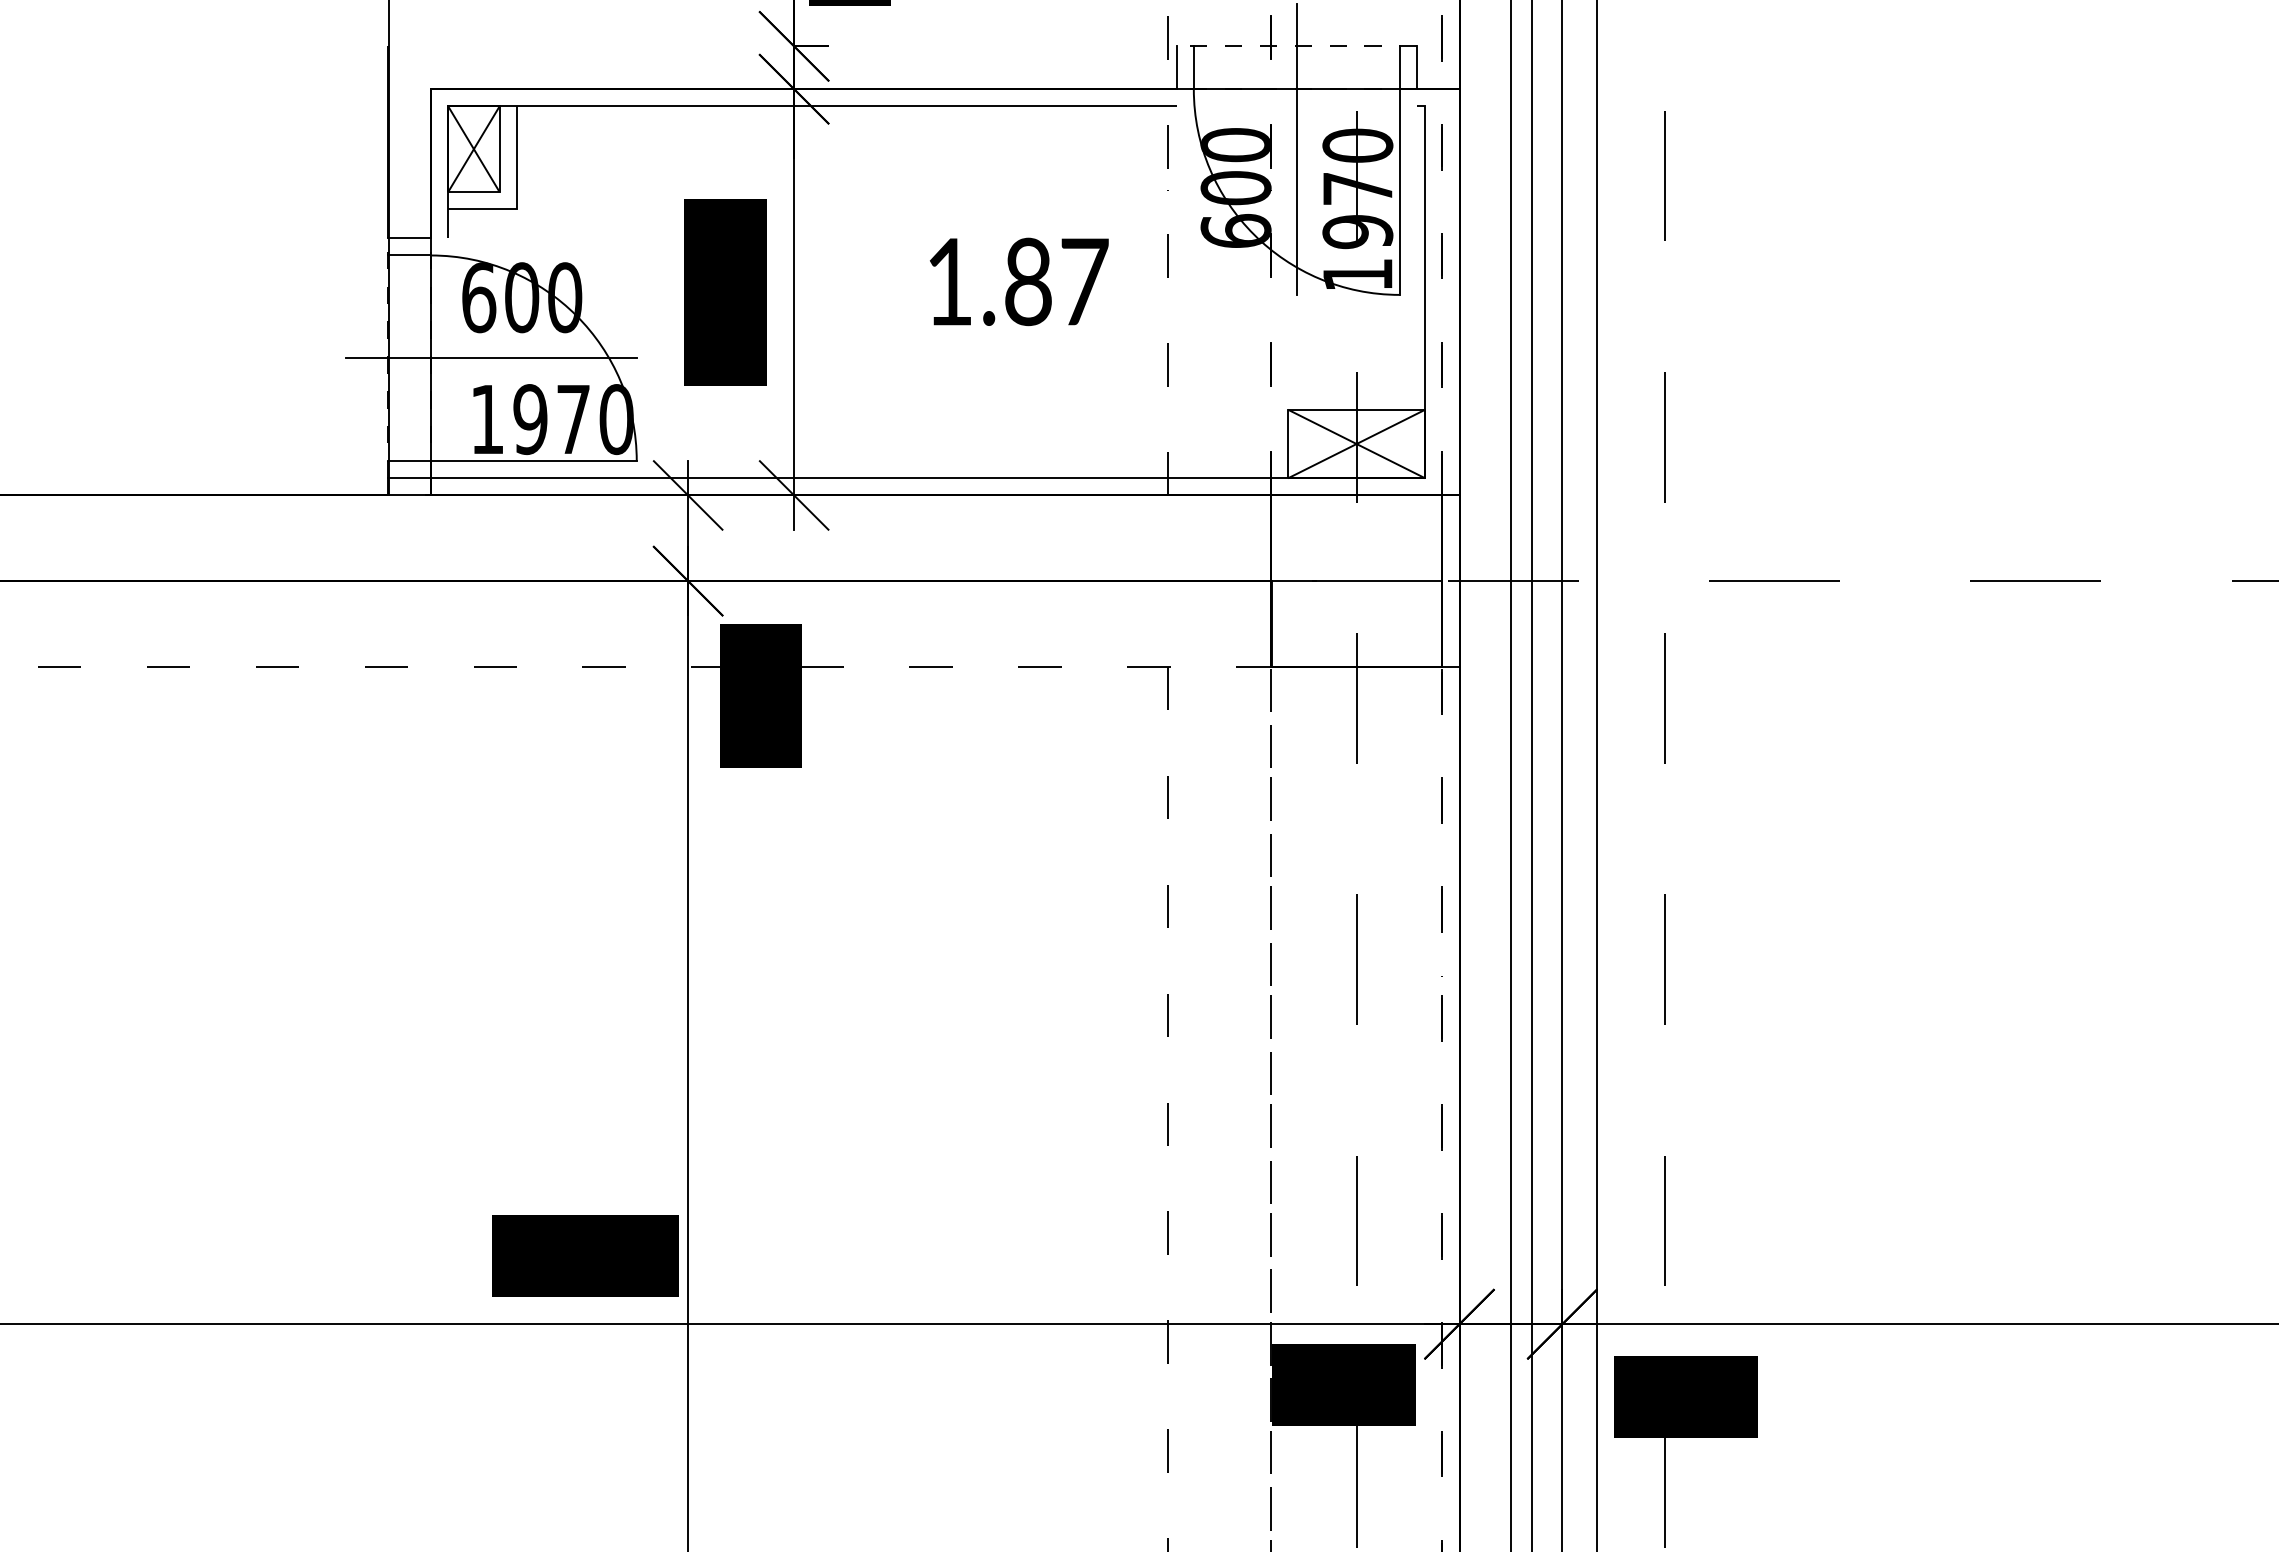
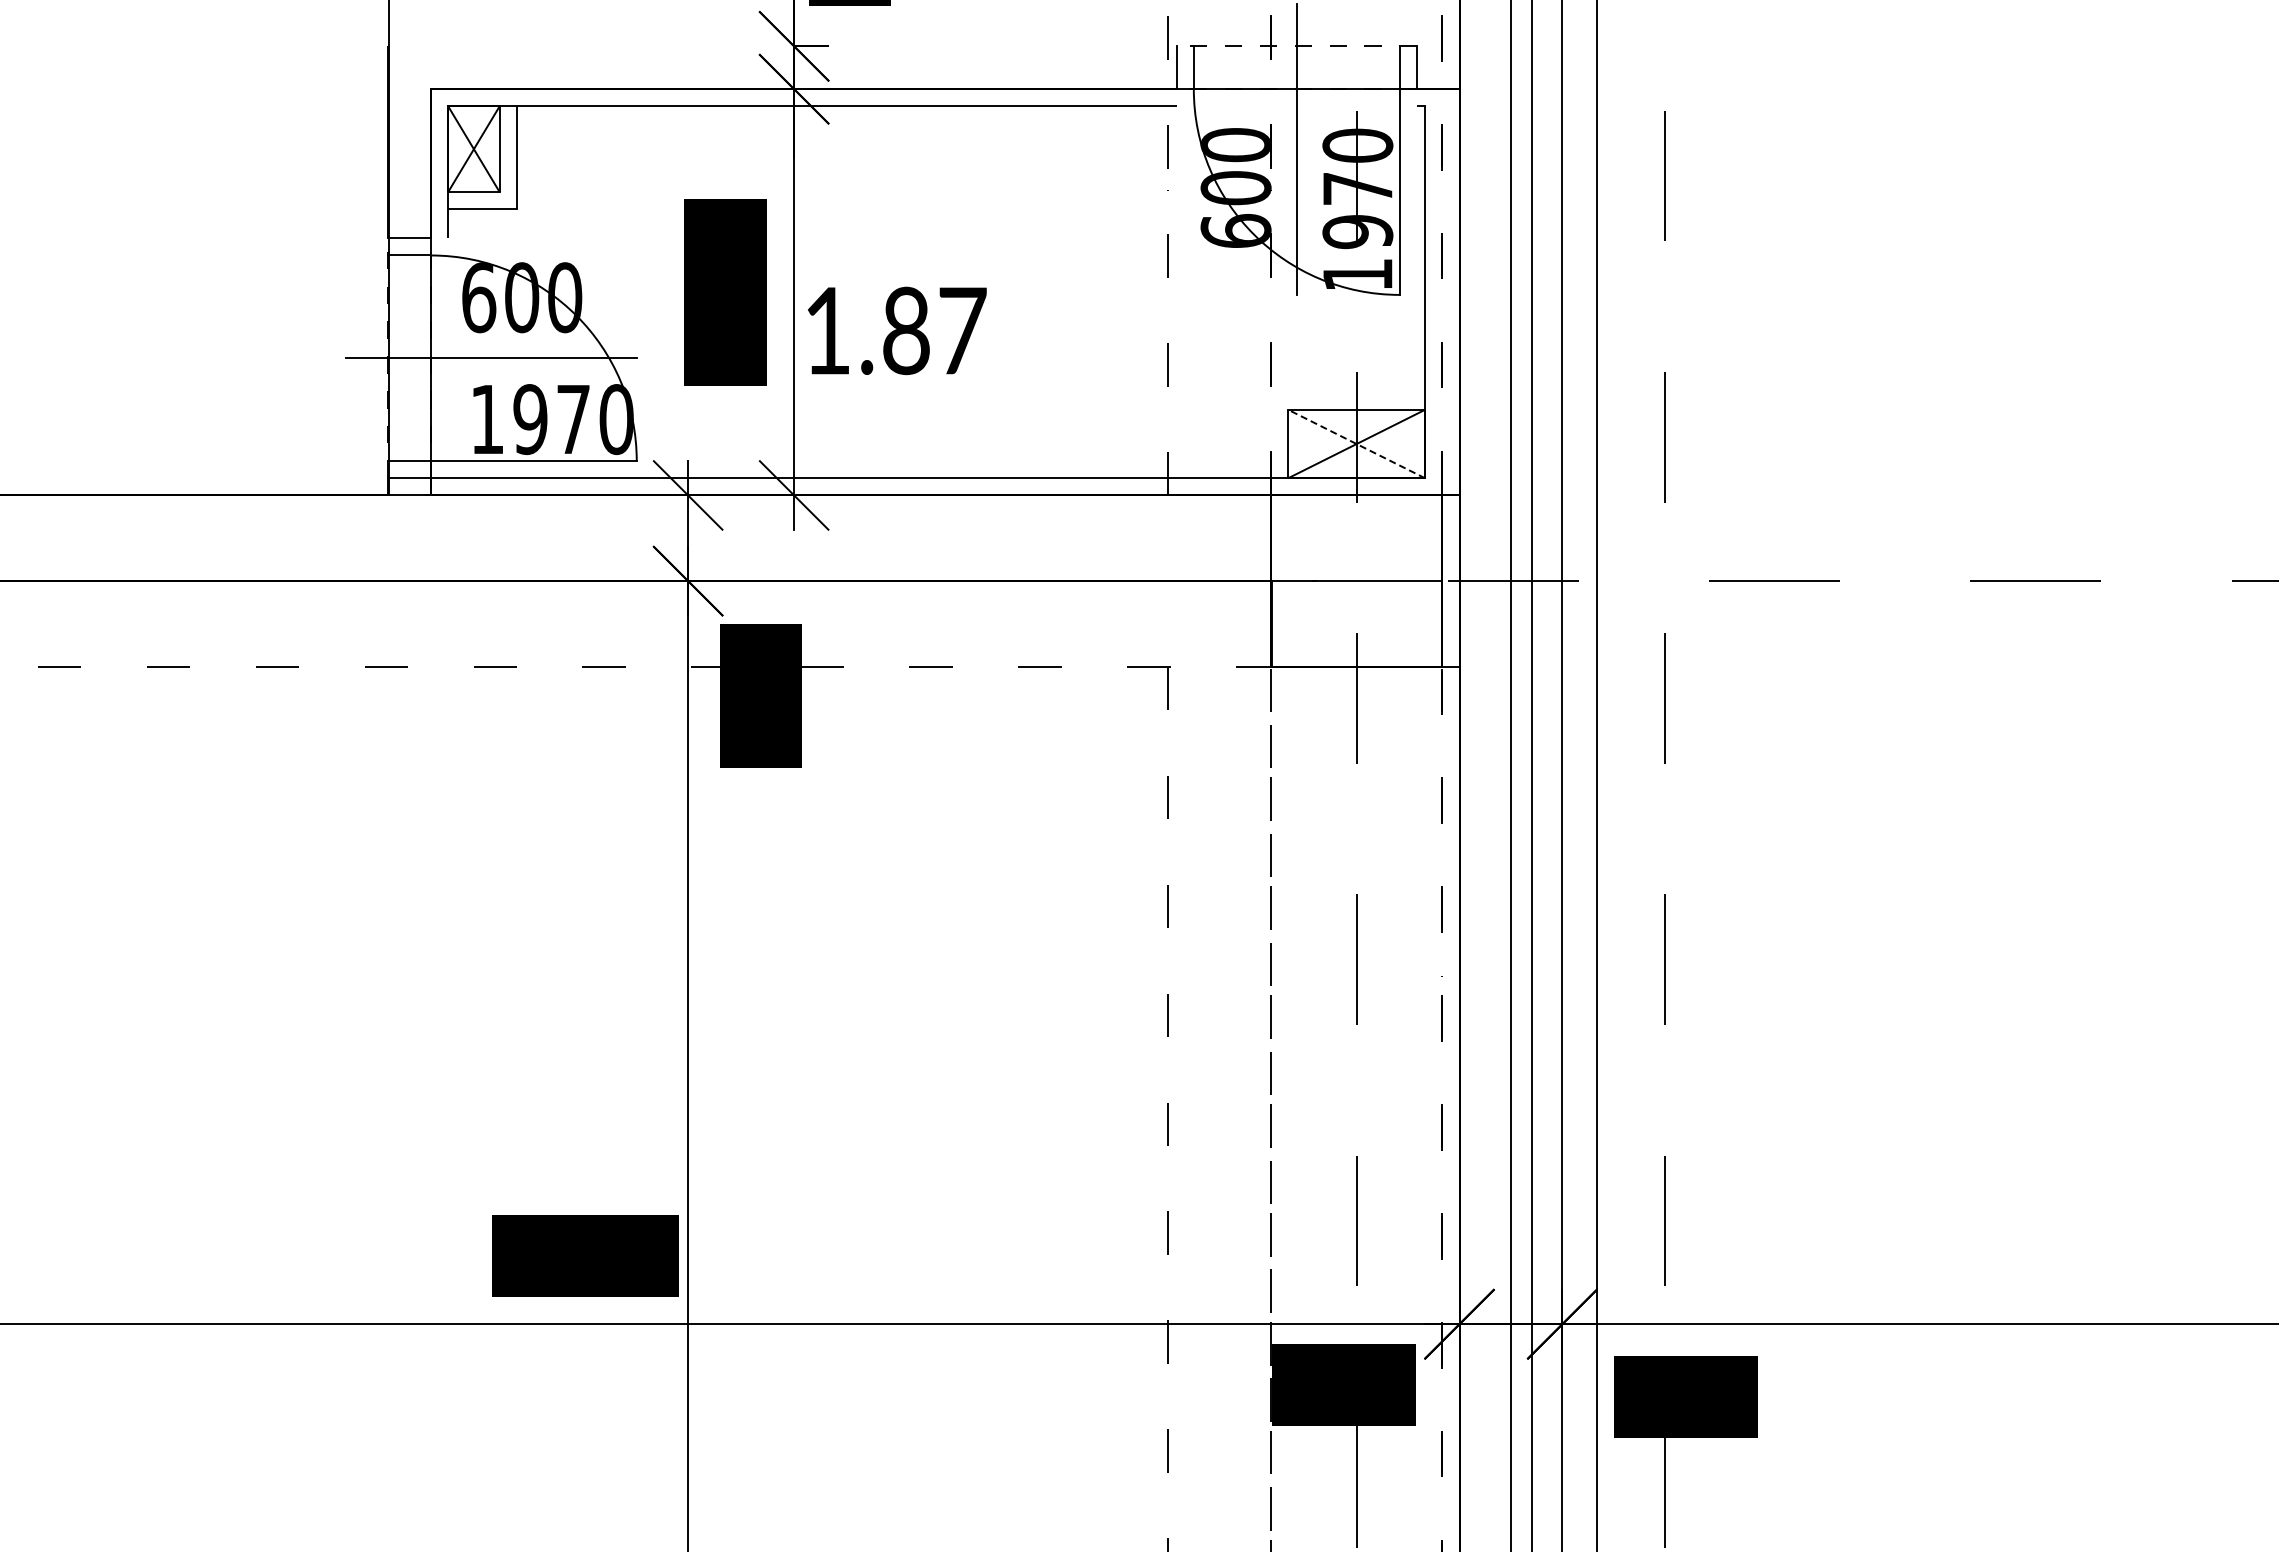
text at (1019, 281) position: (1019, 281) -> (897, 330)
line at (1356, 444): solid -> dashed
